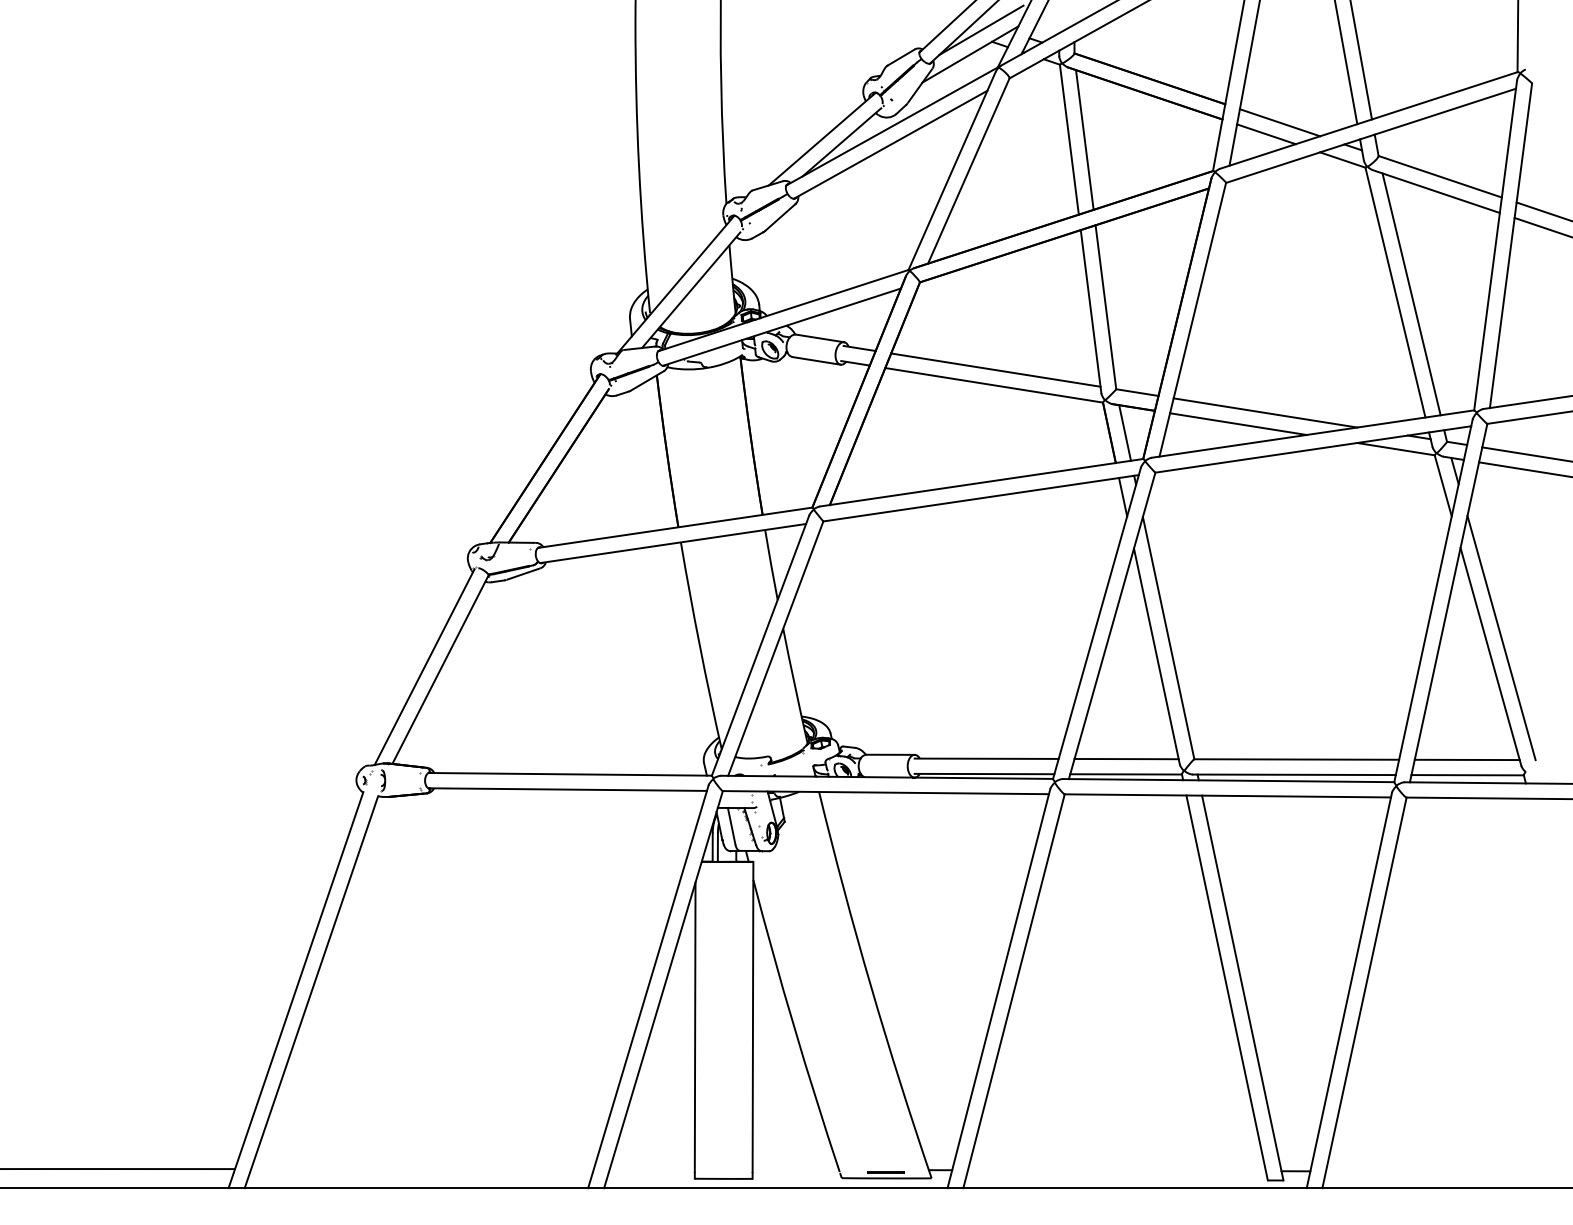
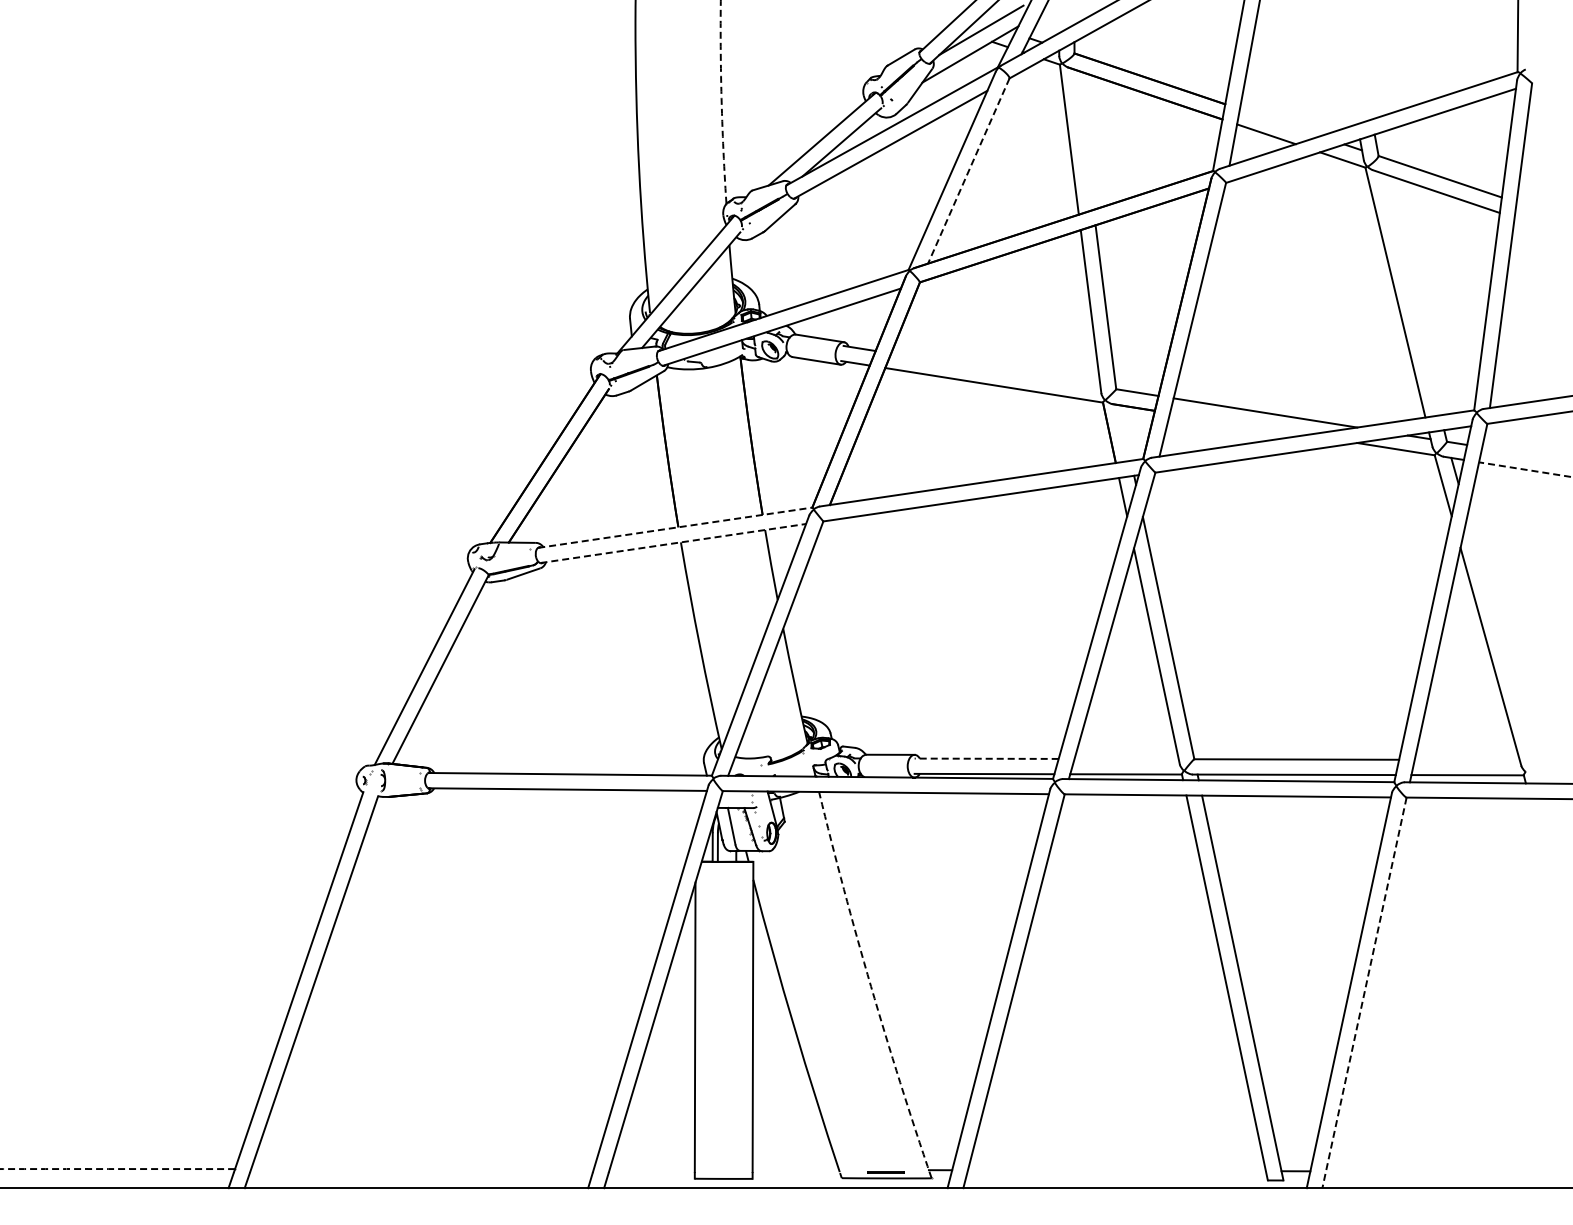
line at (1360, 60): present -> none
line at (1346, 63): present -> none
line at (721, 101): solid -> dashed
line at (1279, 122): present -> none
line at (1084, 139): present -> none
line at (968, 171): solid -> dashed
line at (1542, 211): present -> none
line at (1541, 226): present -> none
line at (1411, 294): present -> none
line at (995, 369): present -> none
line at (1238, 423): present -> none
line at (1124, 432): present -> none
line at (1525, 454): present -> none
line at (1525, 469): solid -> dashed
line at (675, 527): solid -> dashed
line at (673, 543): solid -> dashed
line at (1501, 637): present -> none
line at (986, 758): solid -> dashed
line at (1126, 758): present -> none
line at (1466, 759): present -> none
line at (871, 986): solid -> dashed
line at (1364, 992): solid -> dashed
line at (118, 1169): solid -> dashed
